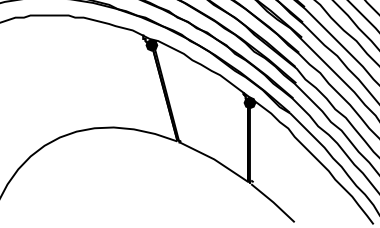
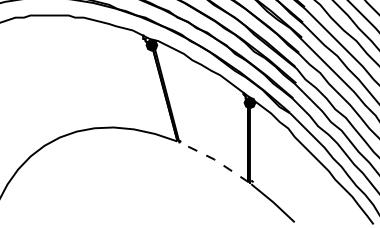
line at (215, 159): solid -> dashed
